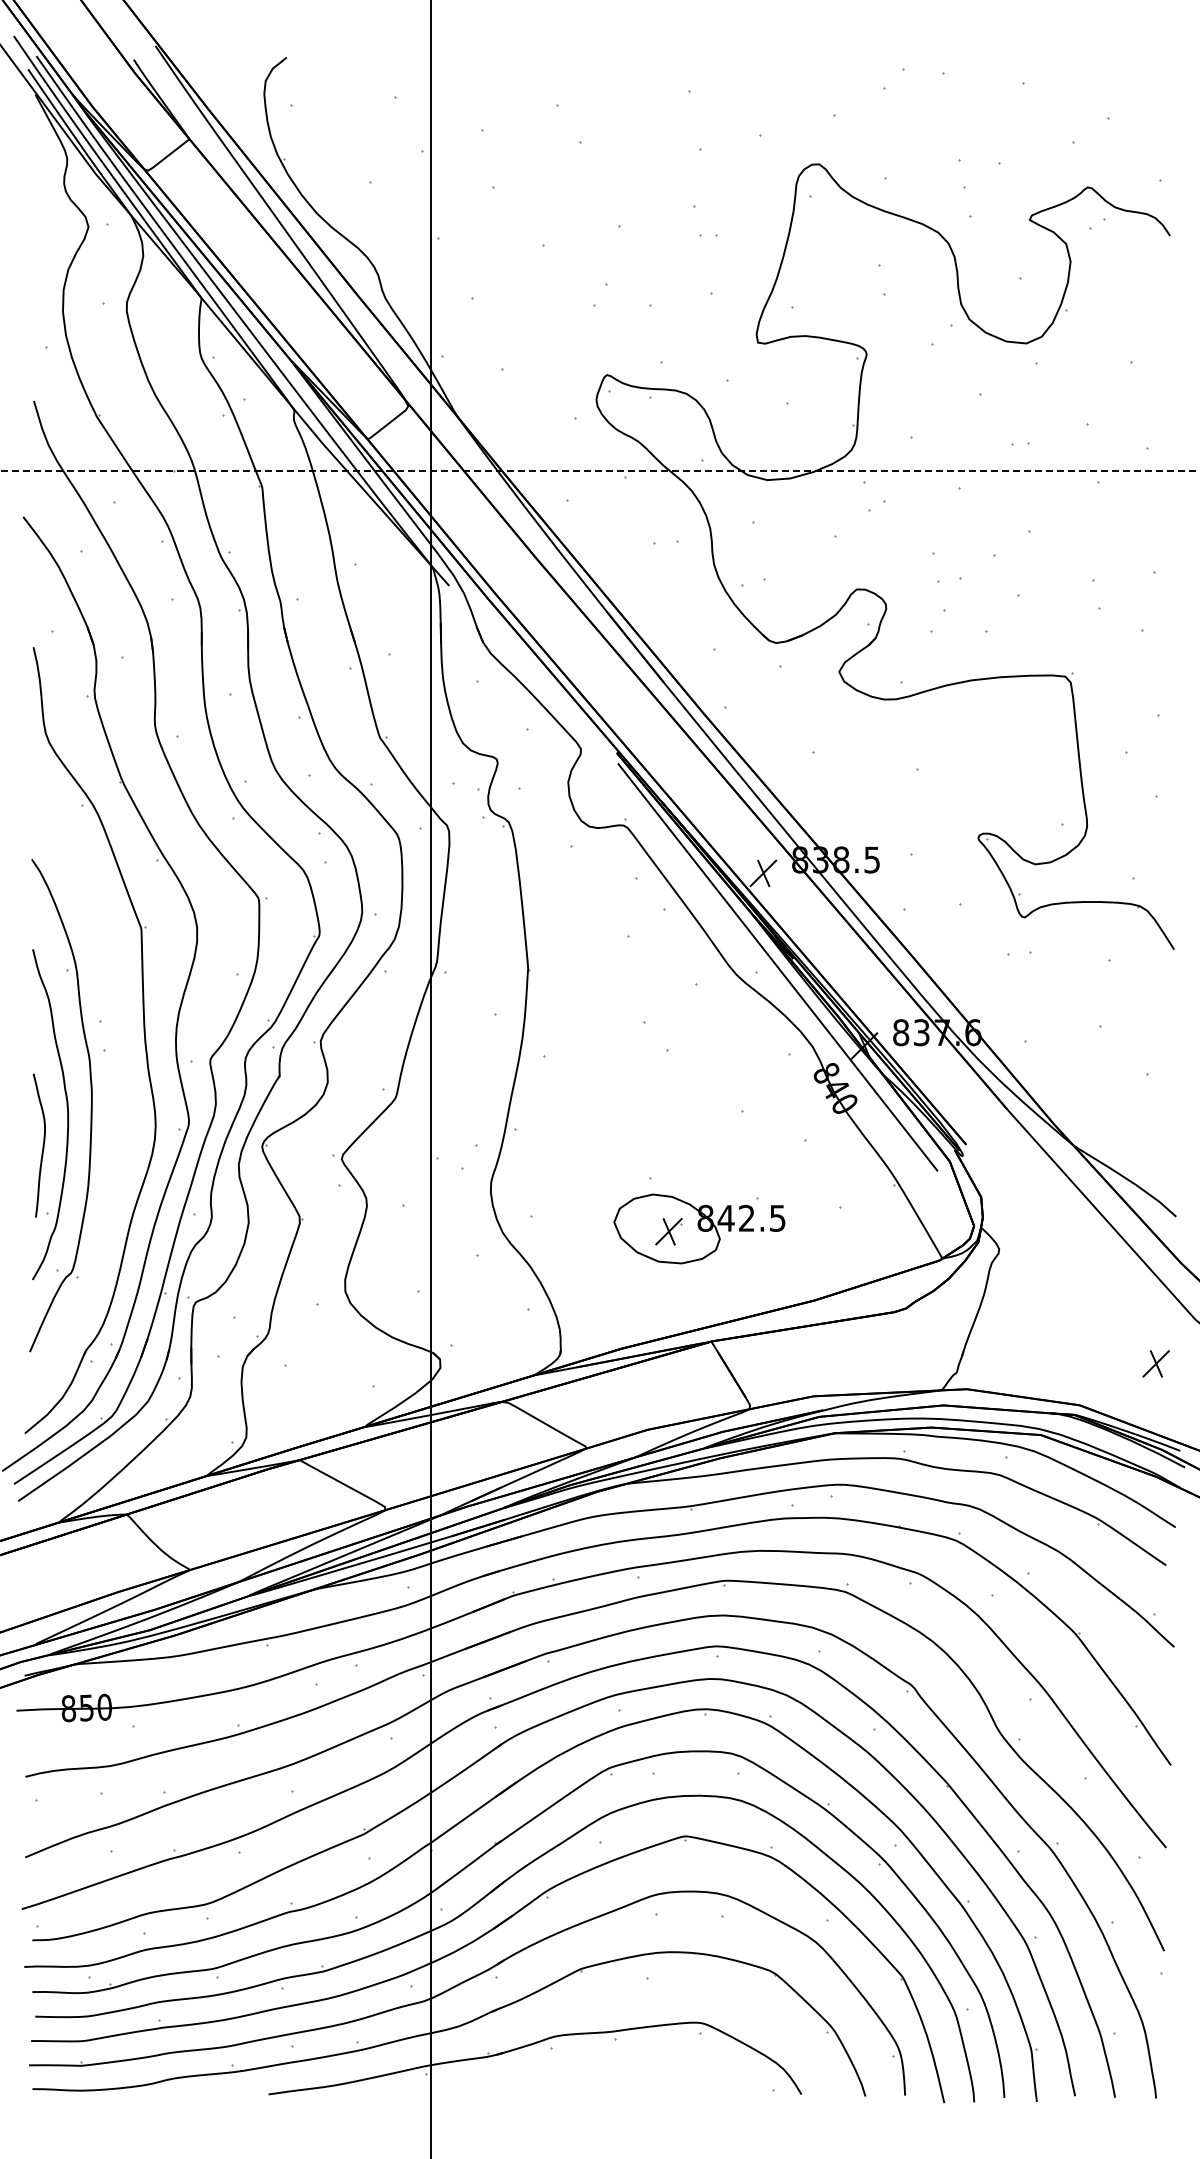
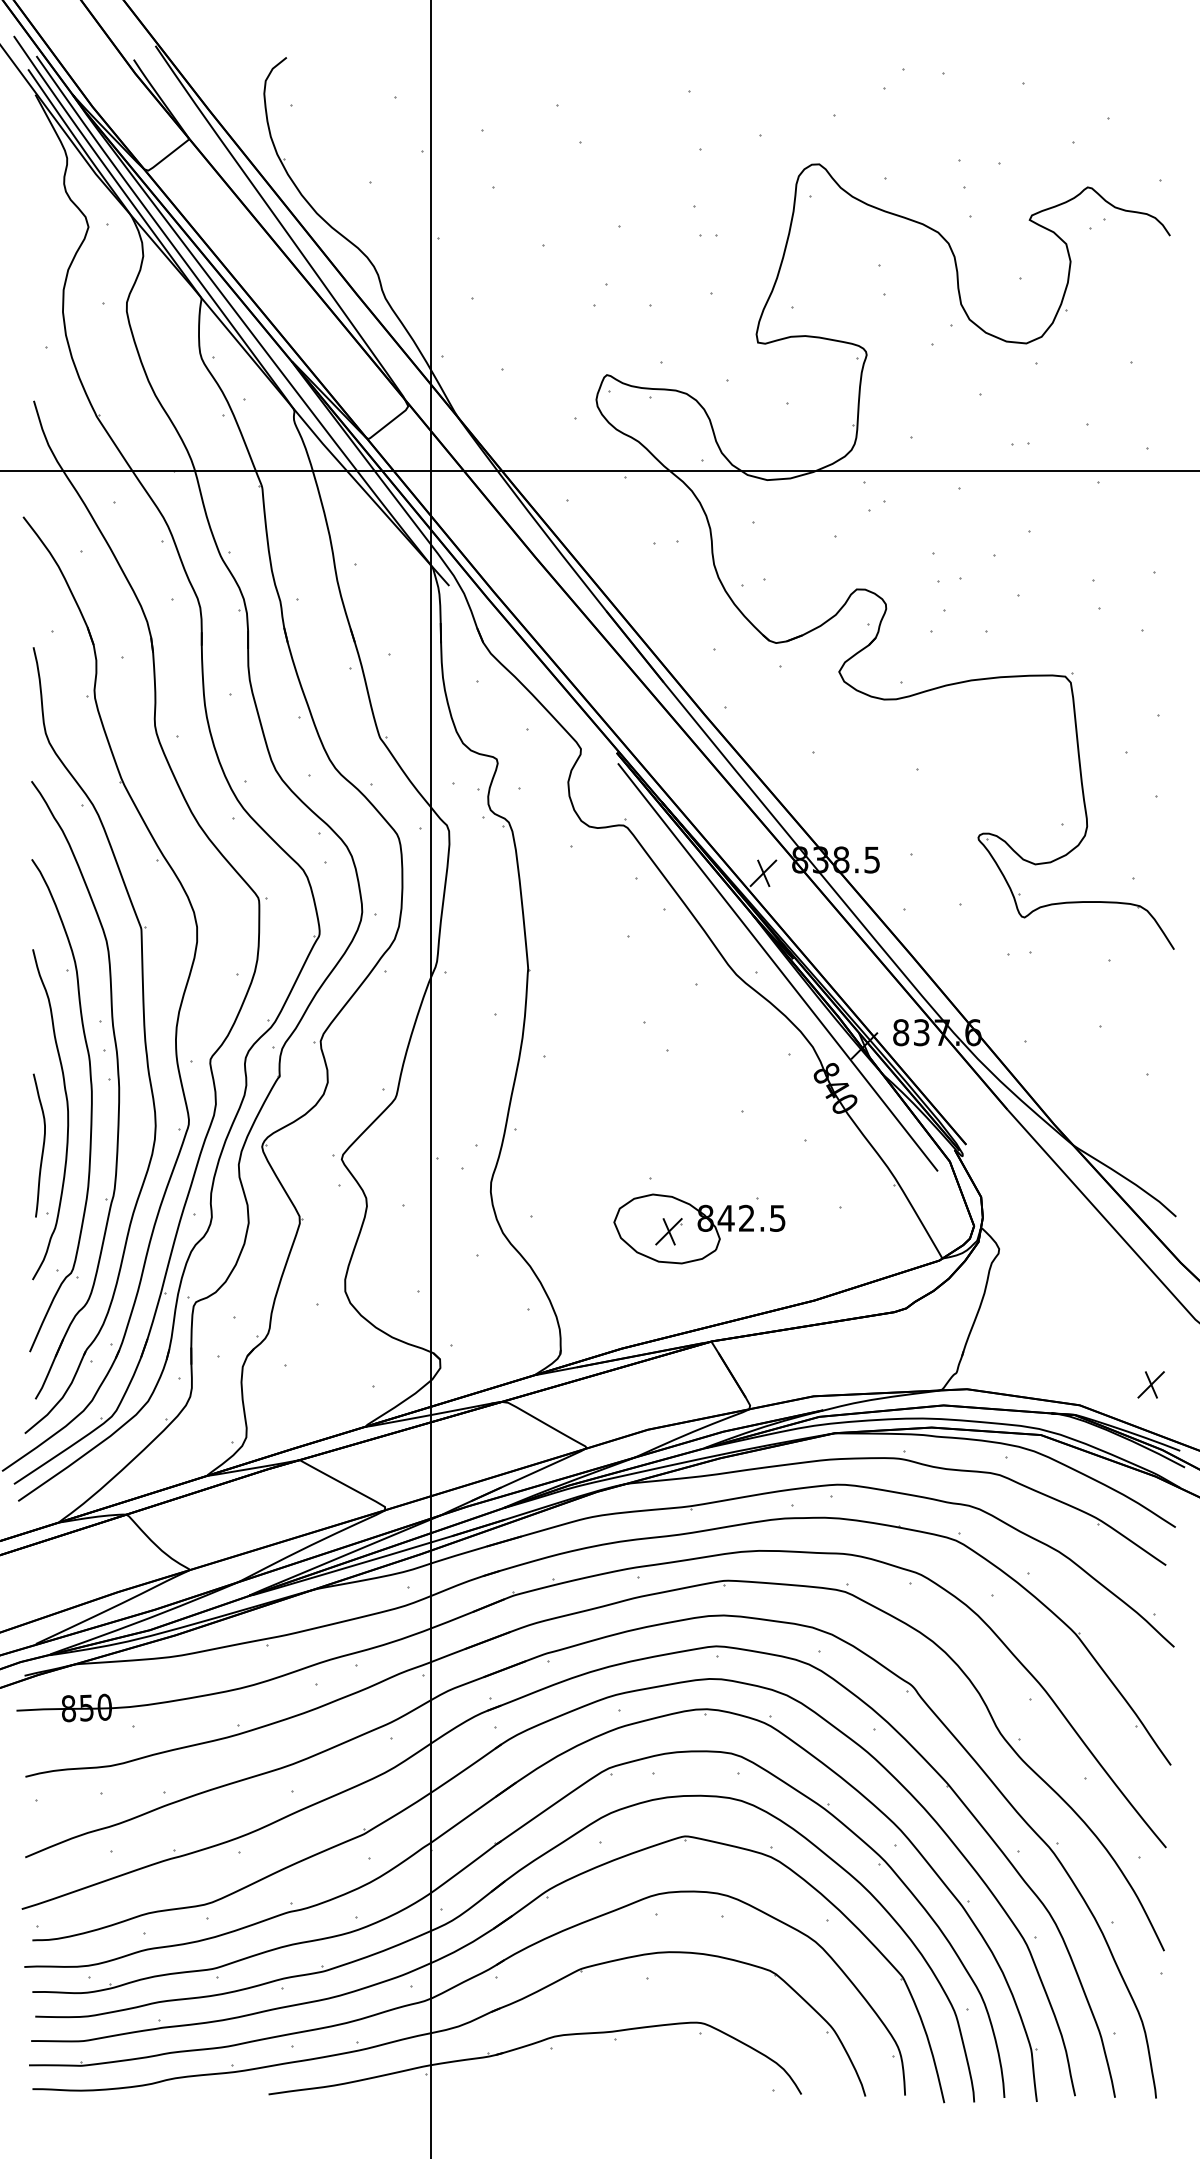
line at (600, 471): dashed -> solid
part at (108, 1079): none -> present
part at (1155, 1363) position: (1155, 1363) -> (1150, 1384)
